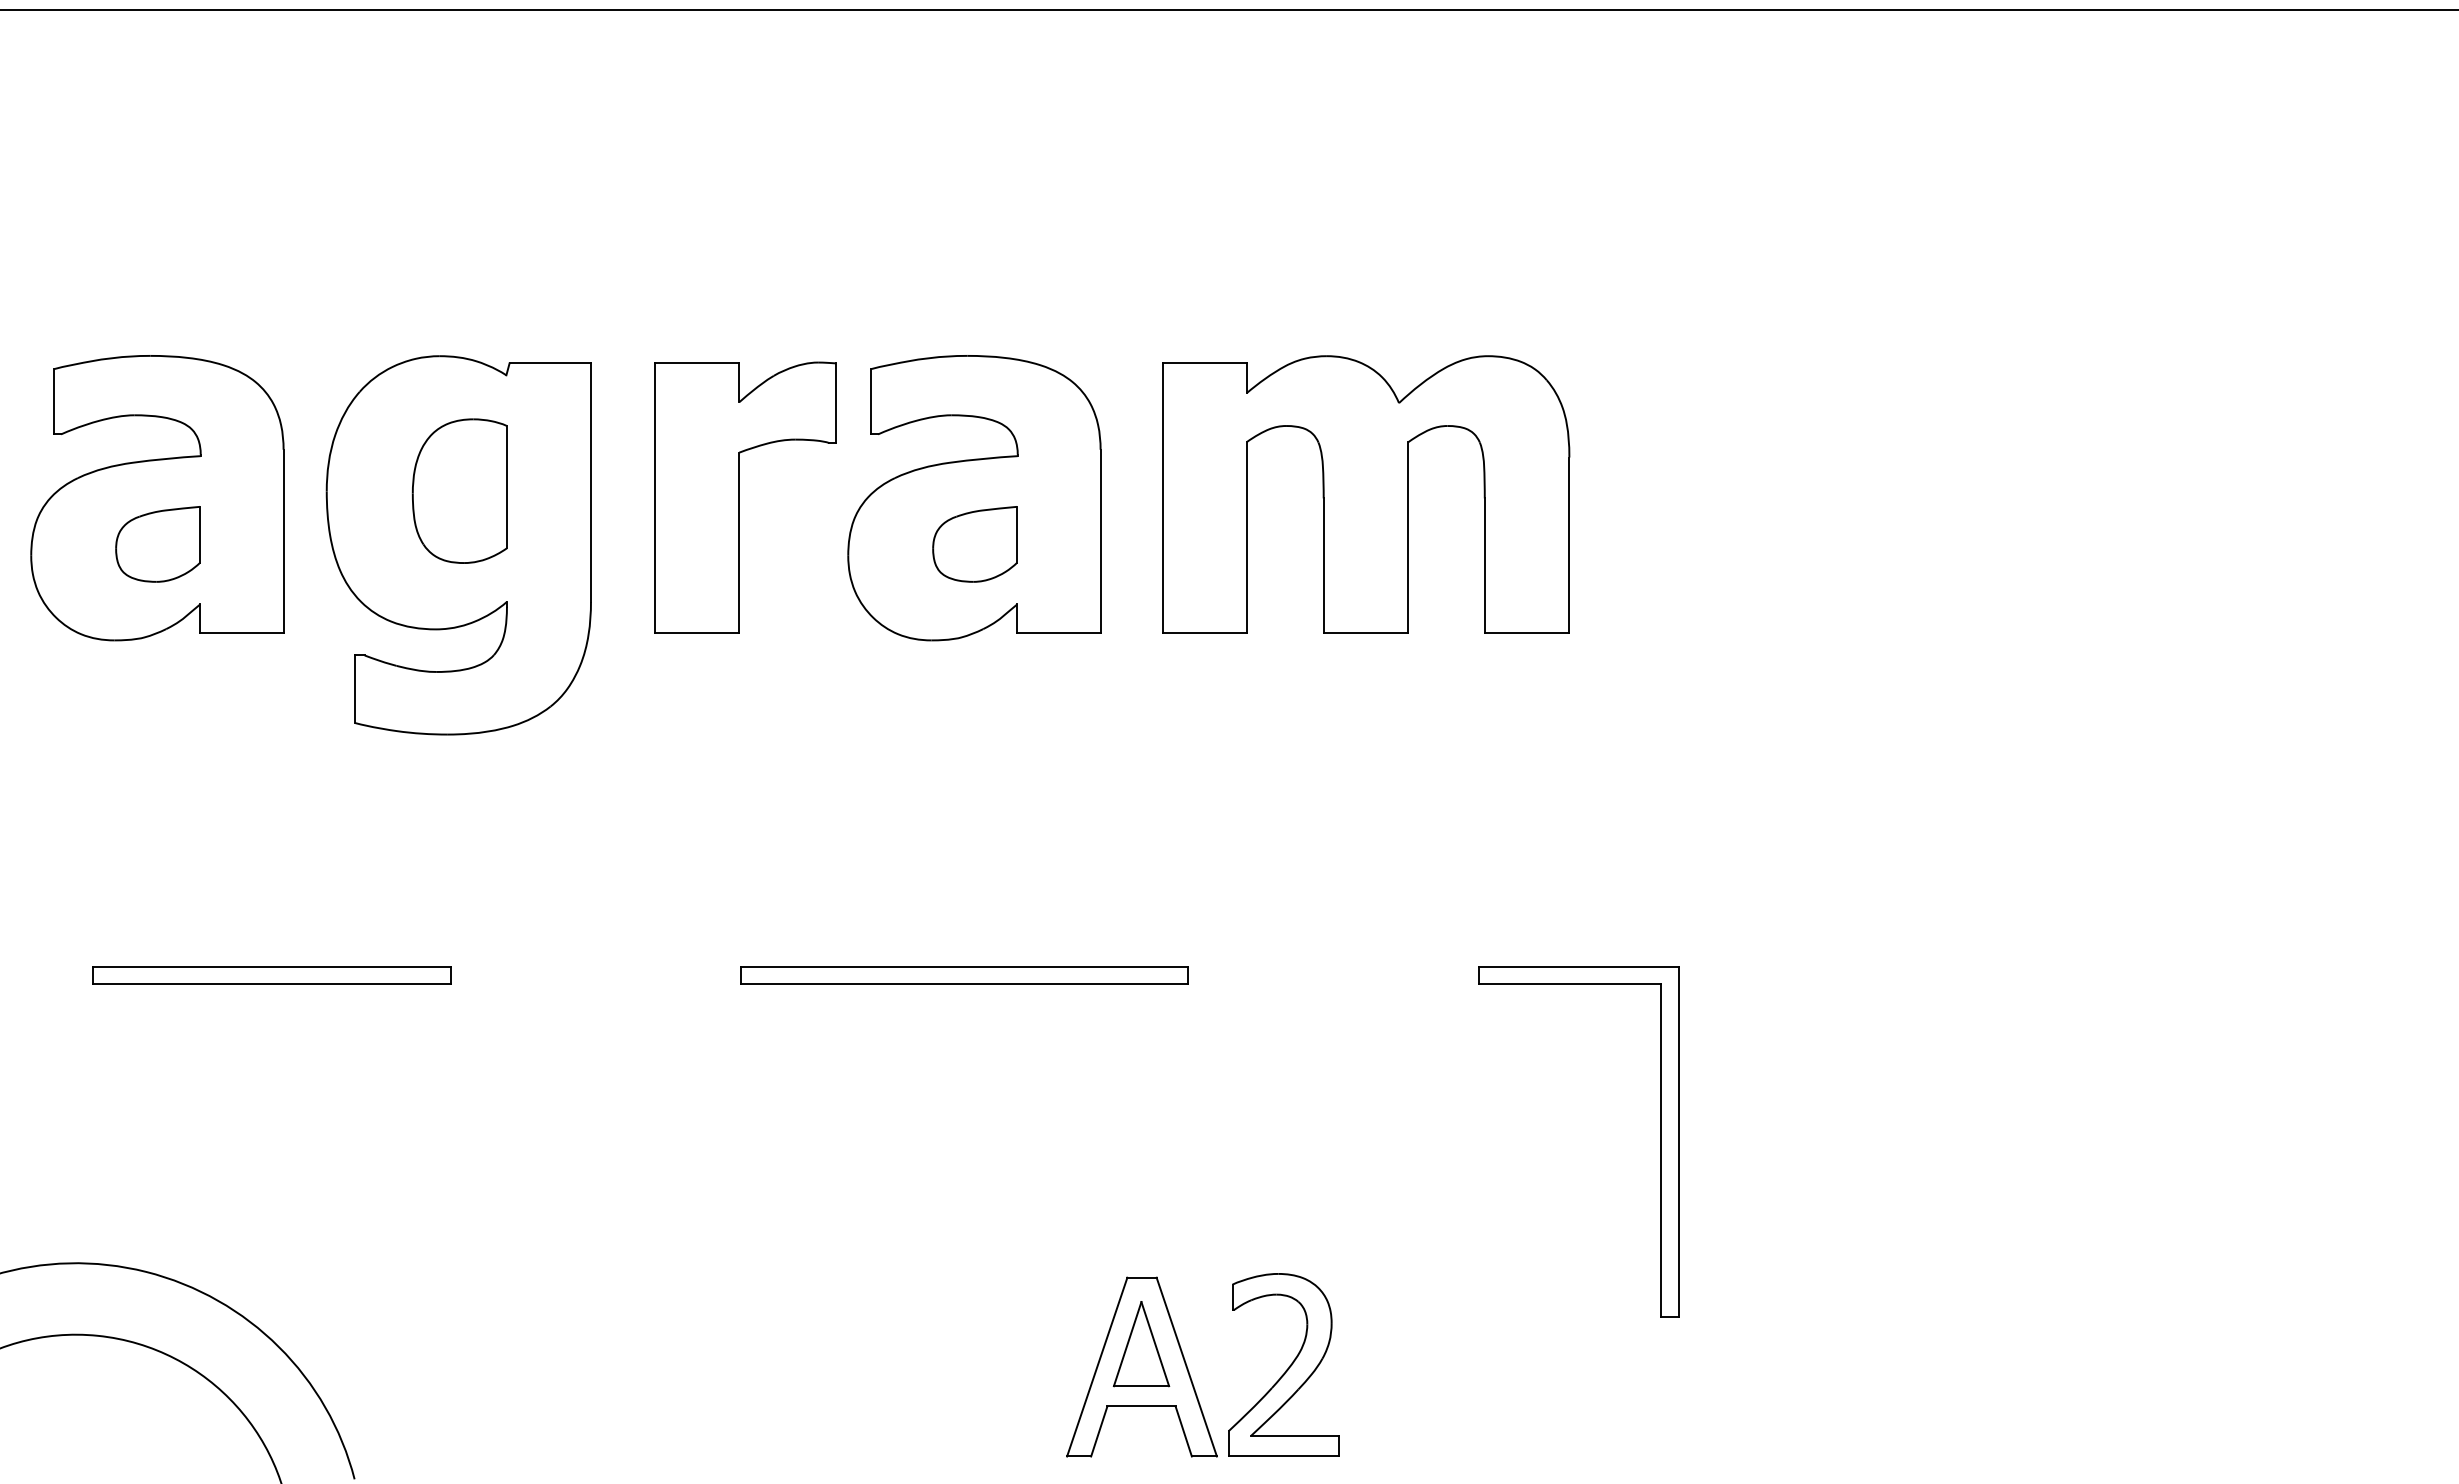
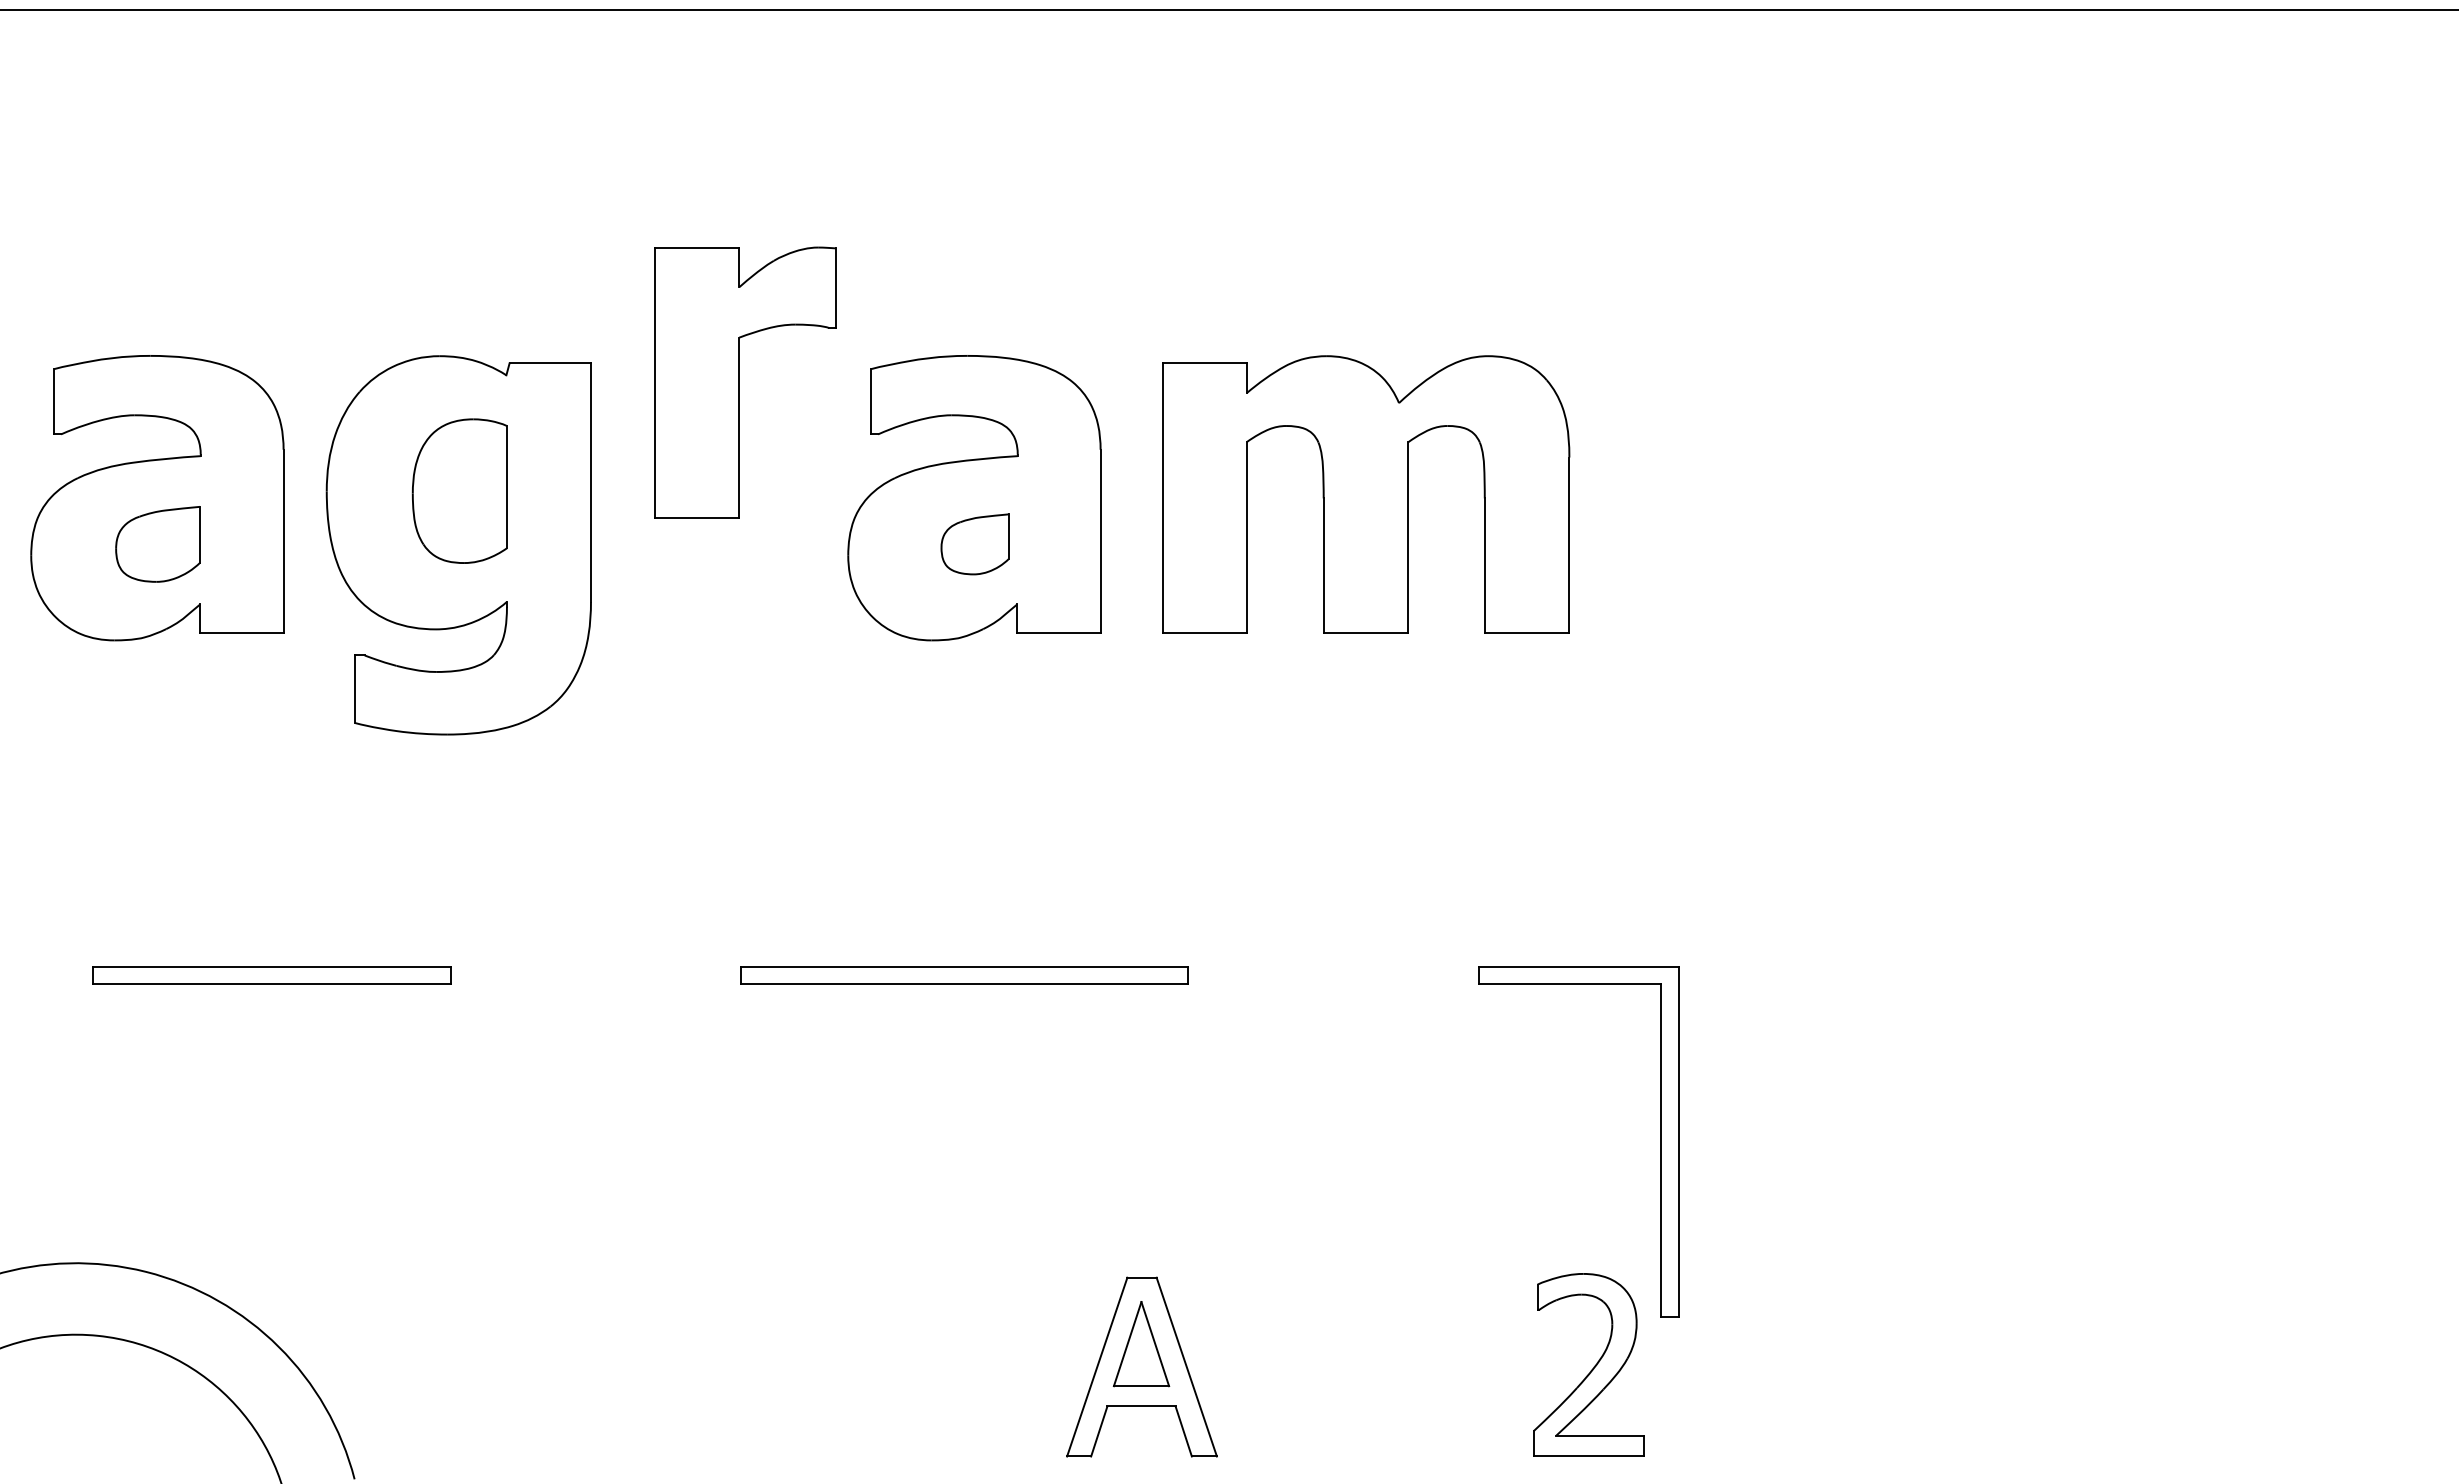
part at (745, 497) position: (745, 497) -> (745, 382)
part at (974, 544) size: 86x77 px -> 70x63 px
part at (1283, 1364) position: (1283, 1364) -> (1588, 1364)
